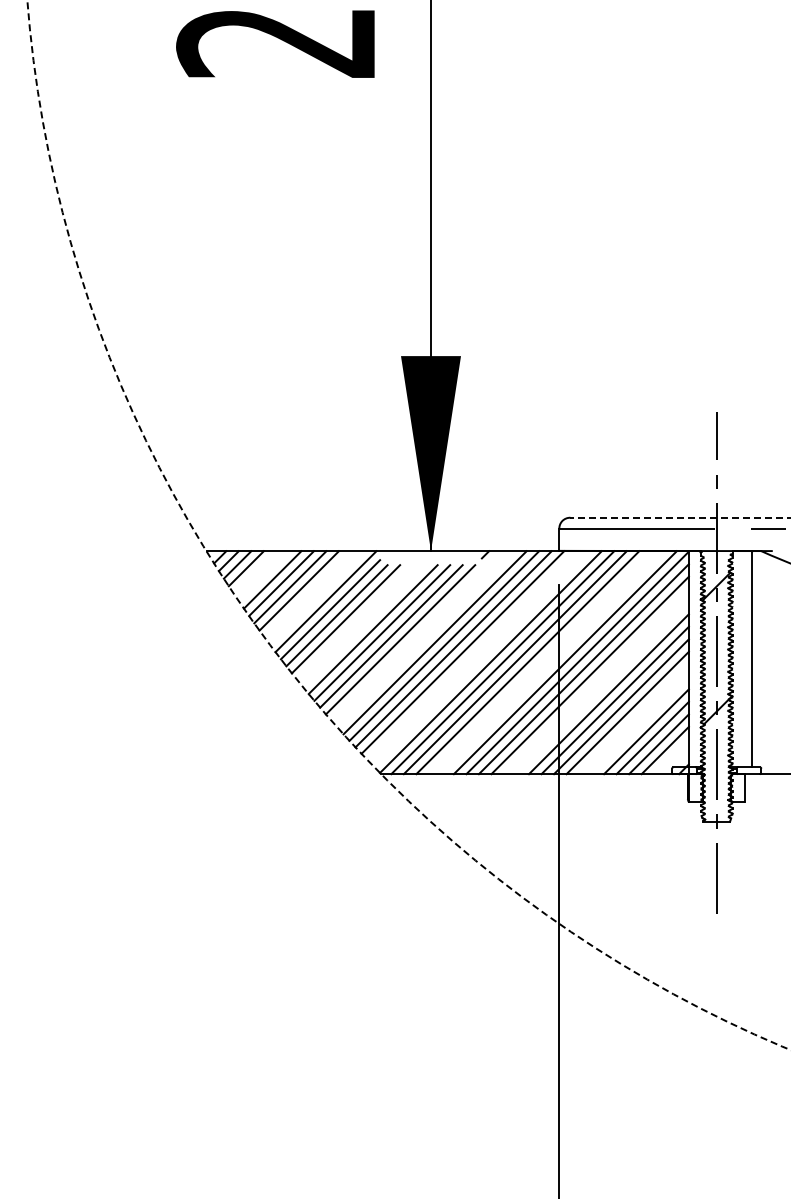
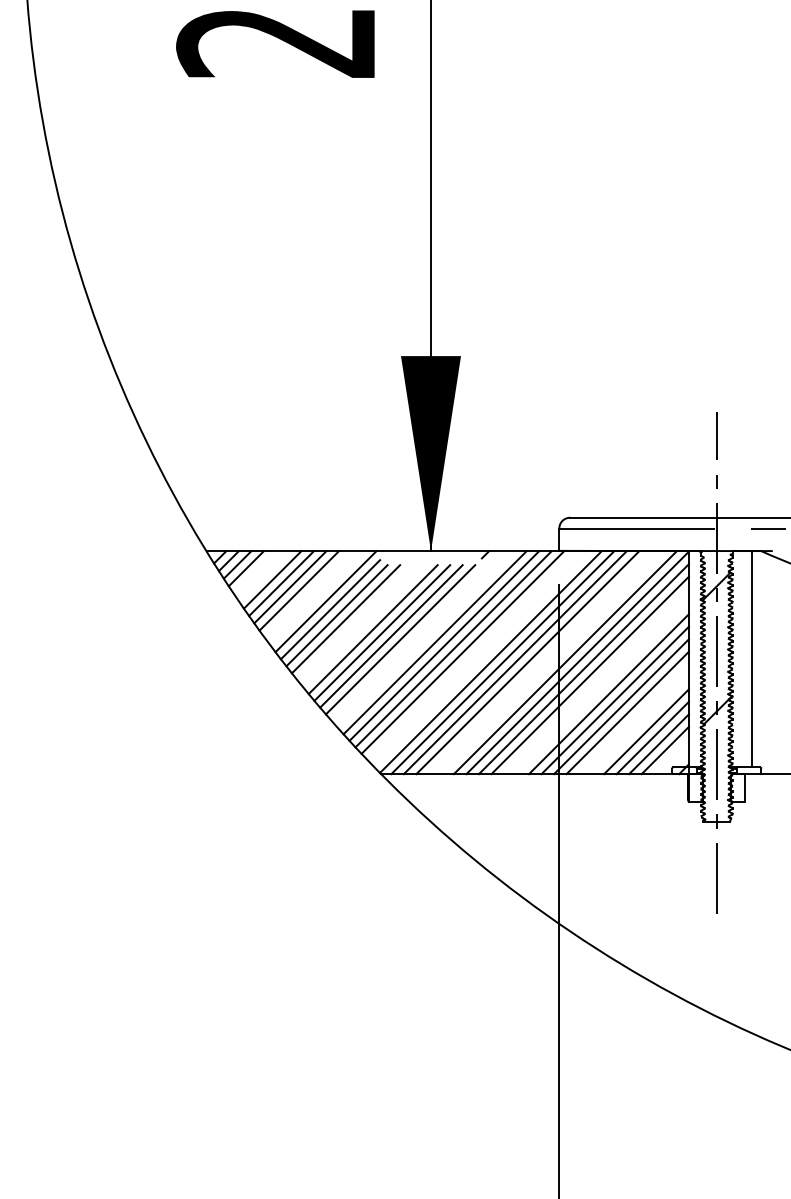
line at (680, 517): dashed -> solid
circle at (408, 524): dashed -> solid
